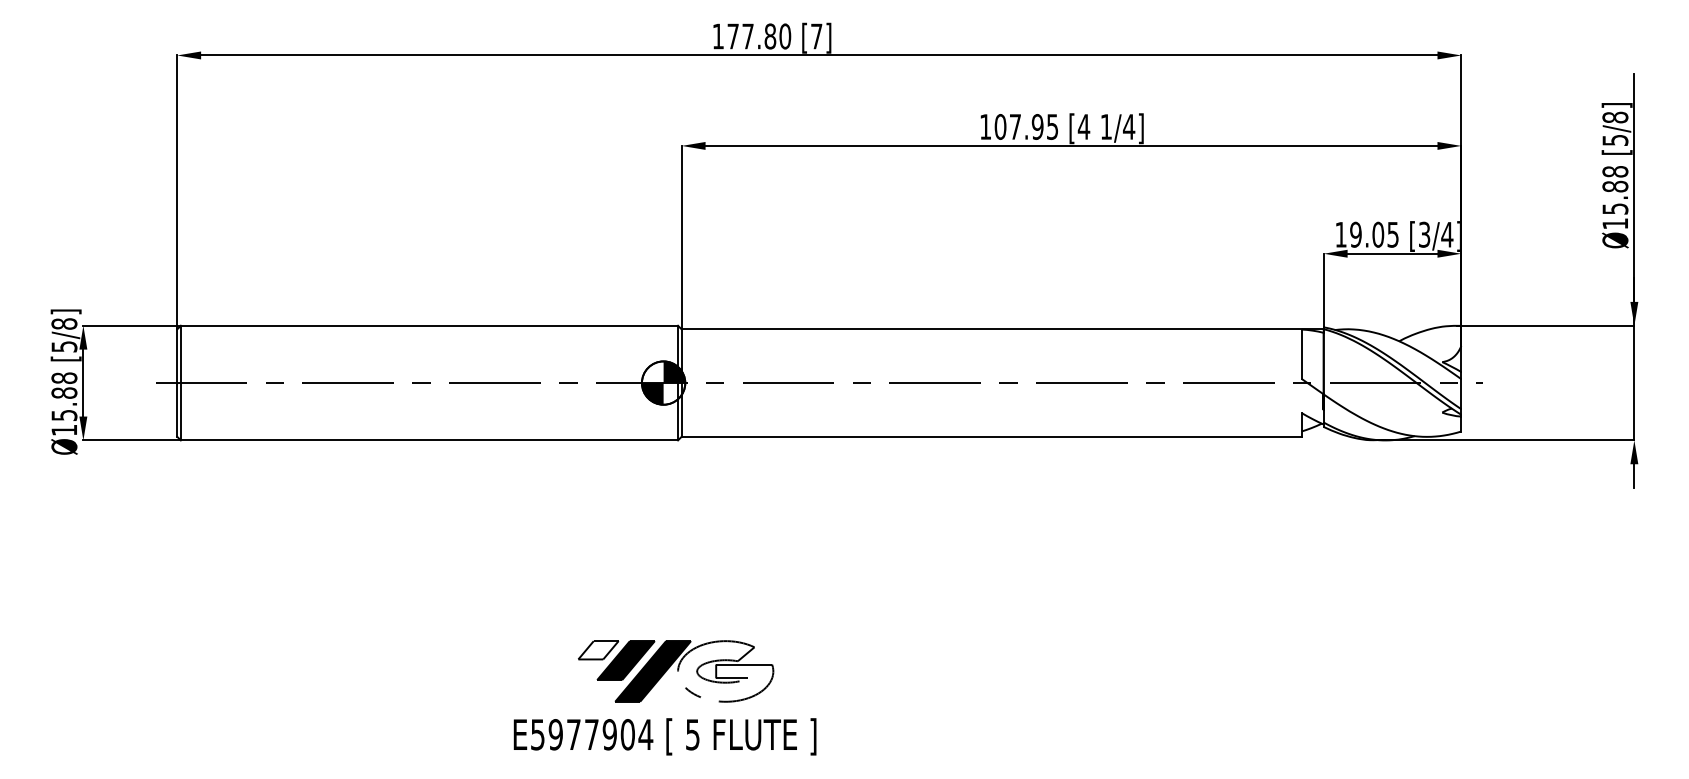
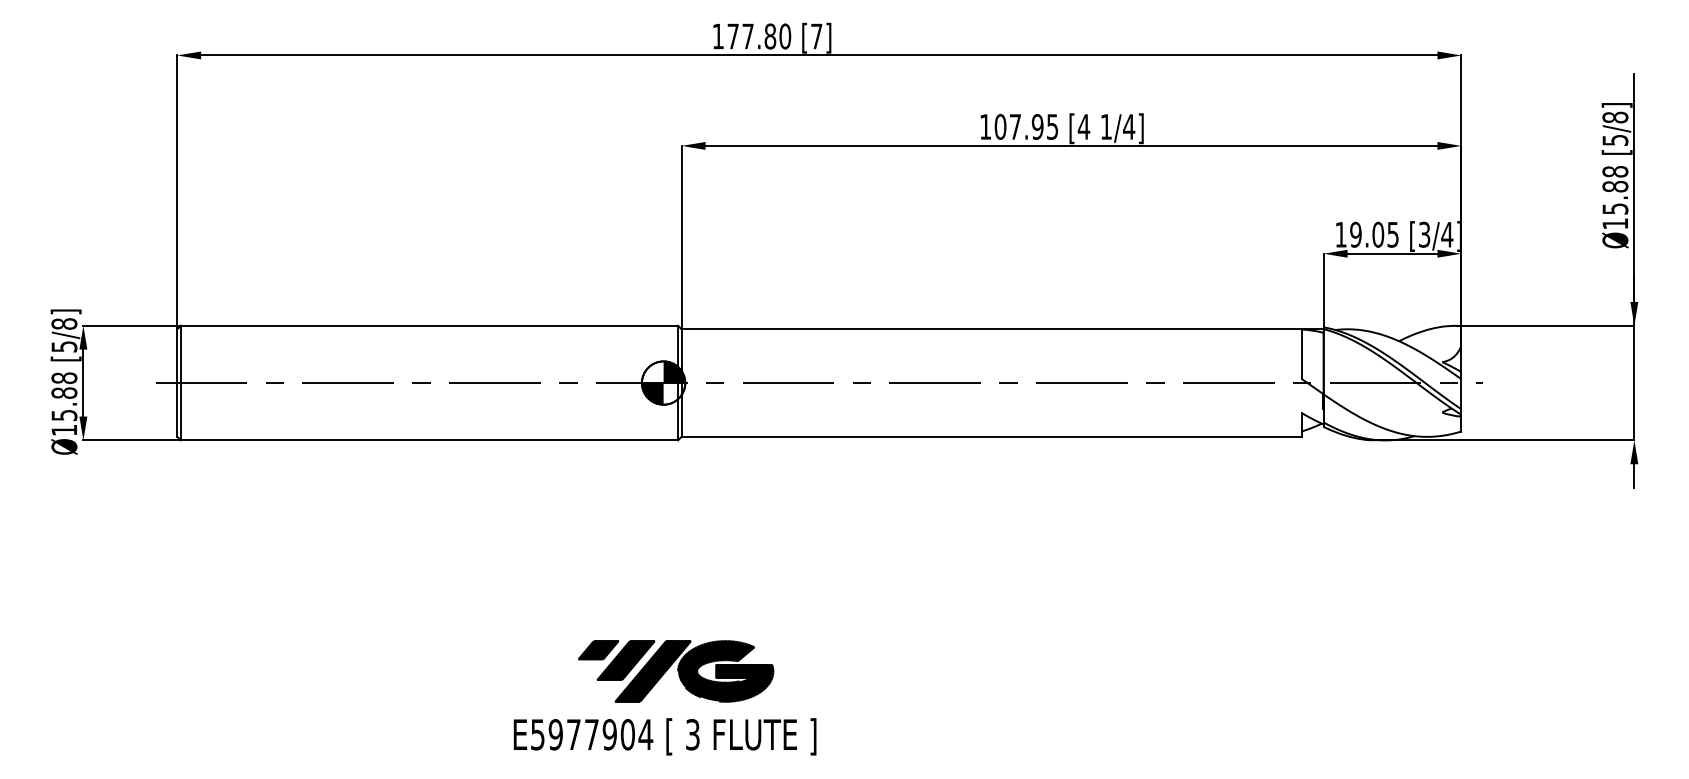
fill at (598, 650): none -> present
fill at (725, 671): none -> present
text at (692, 734): 5 -> 3
